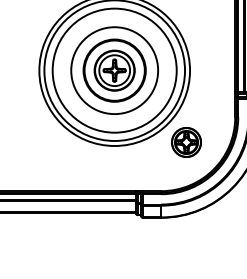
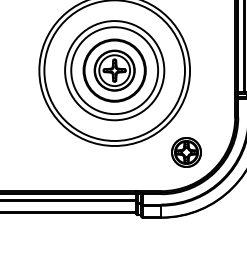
circle at (114, 70) diameter: 124 px -> 99 px
part at (186, 142) position: (186, 142) -> (186, 152)
